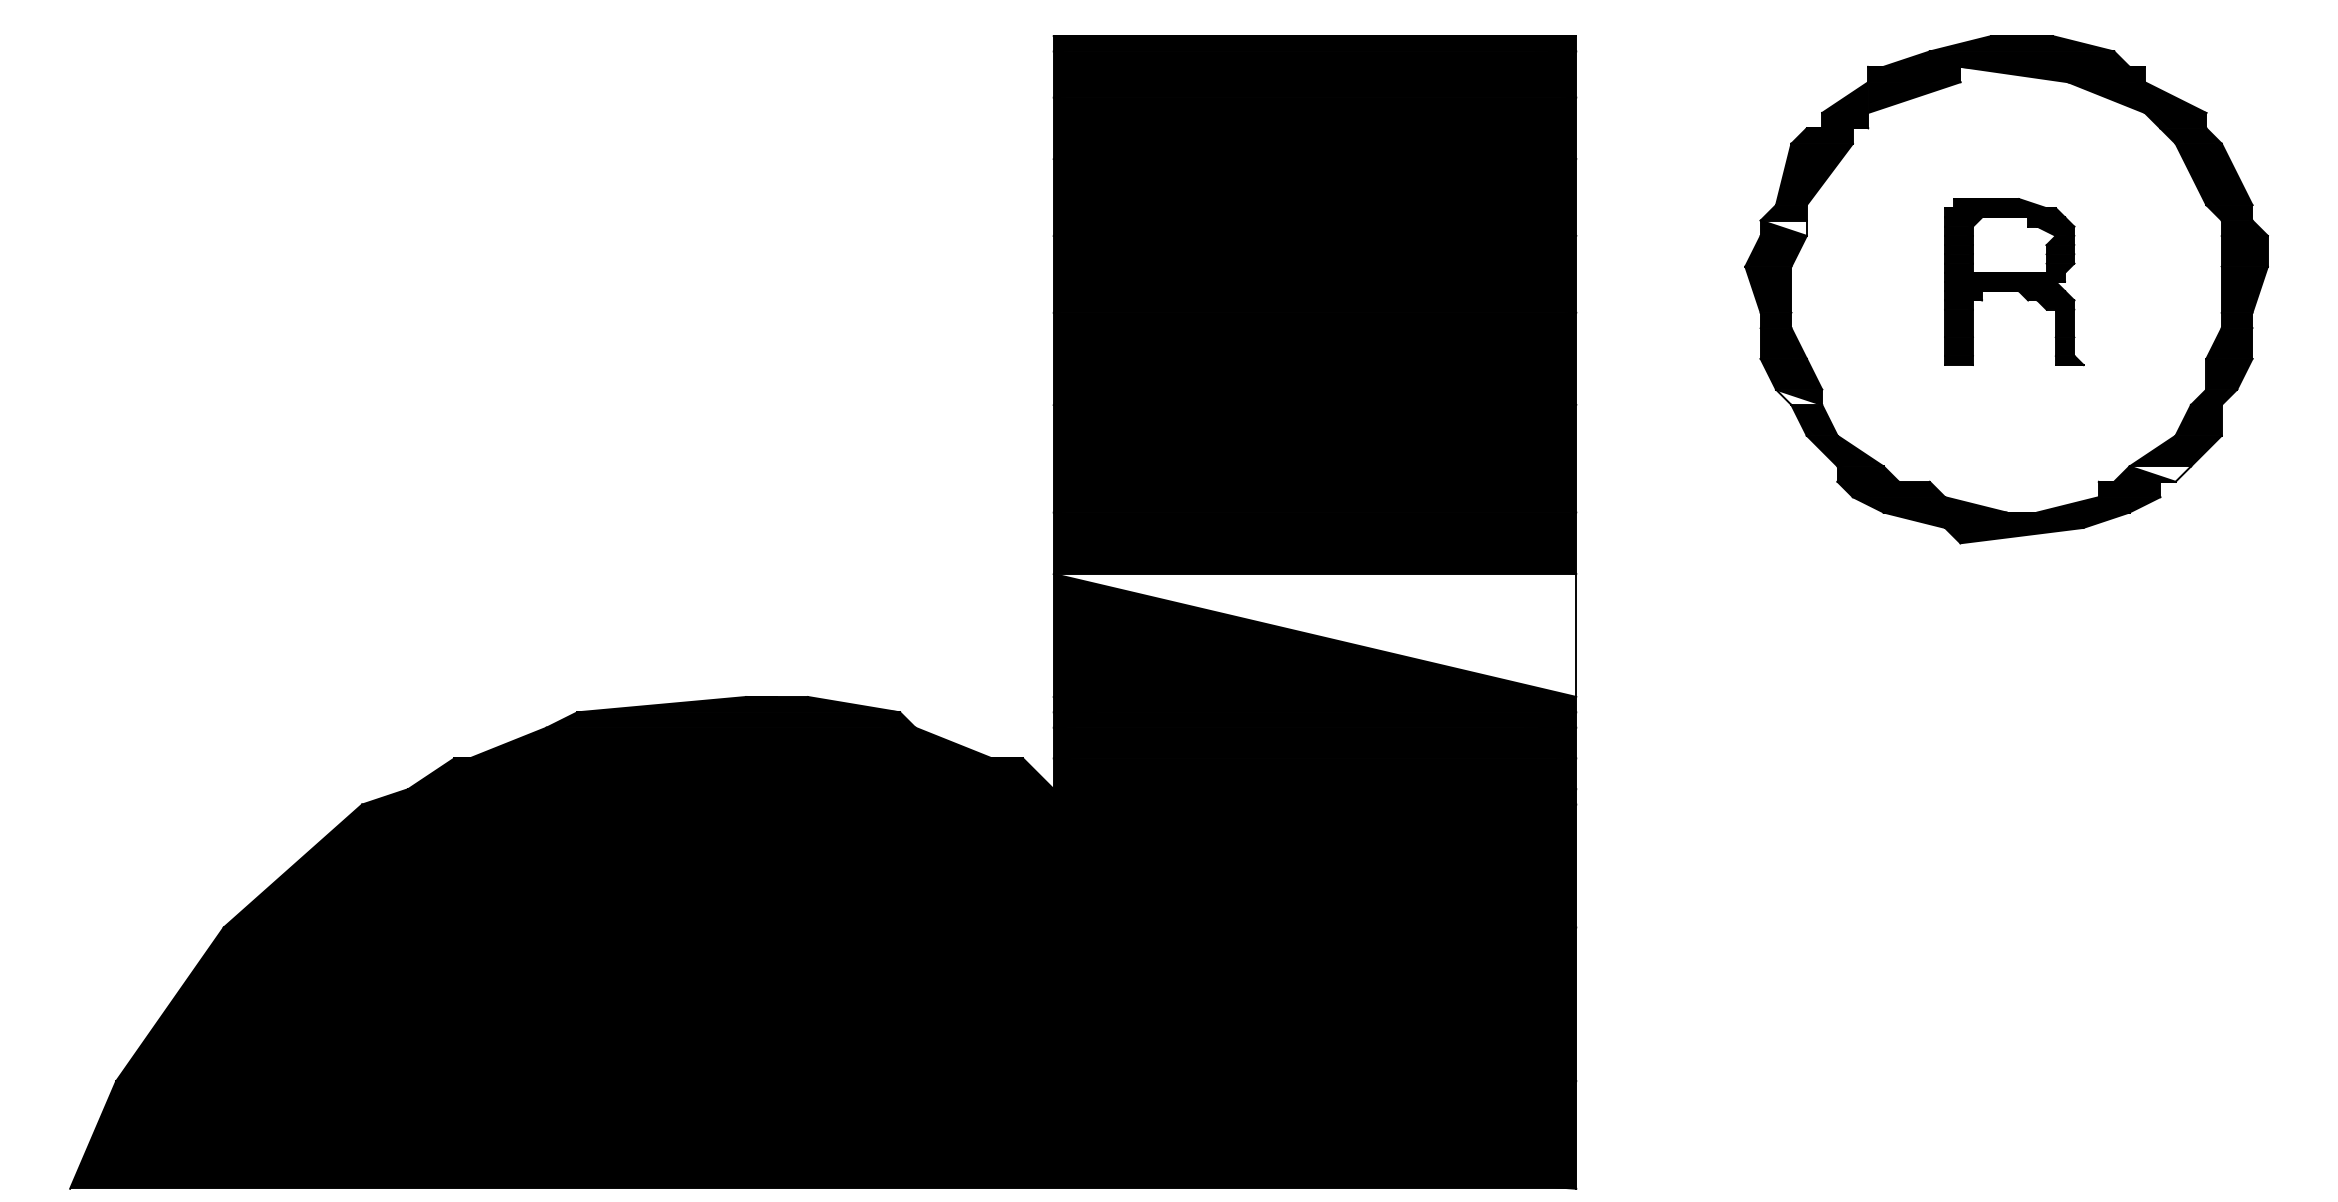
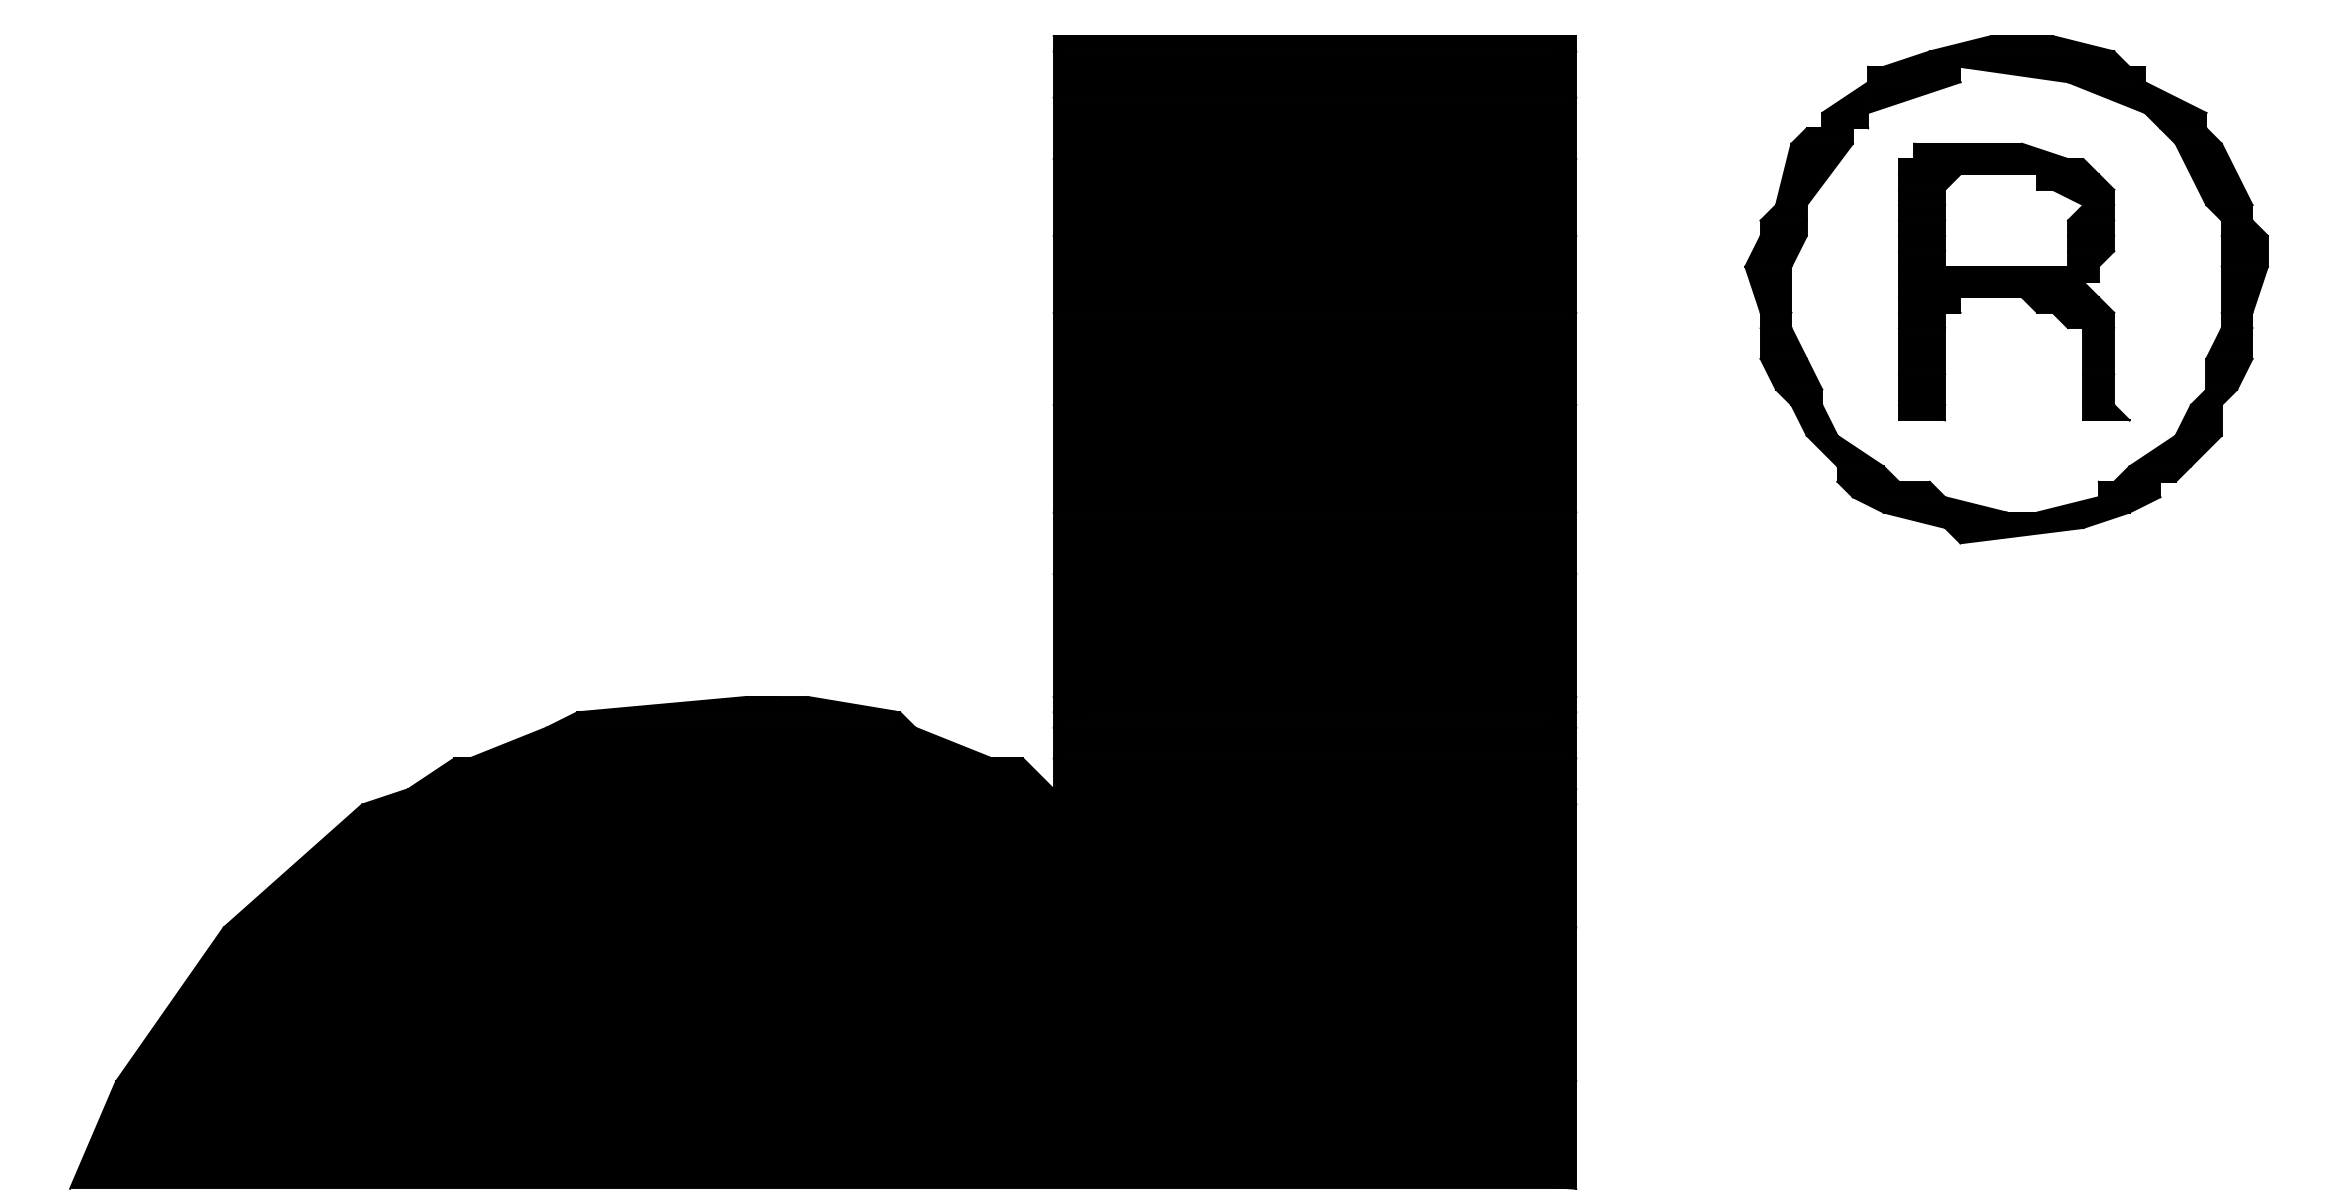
fill at (1783, 227): none -> present
part at (2014, 282) size: 141x169 px -> 233x280 px
fill at (1799, 396): none -> present
fill at (2160, 473): none -> present
fill at (1314, 635): none -> present
